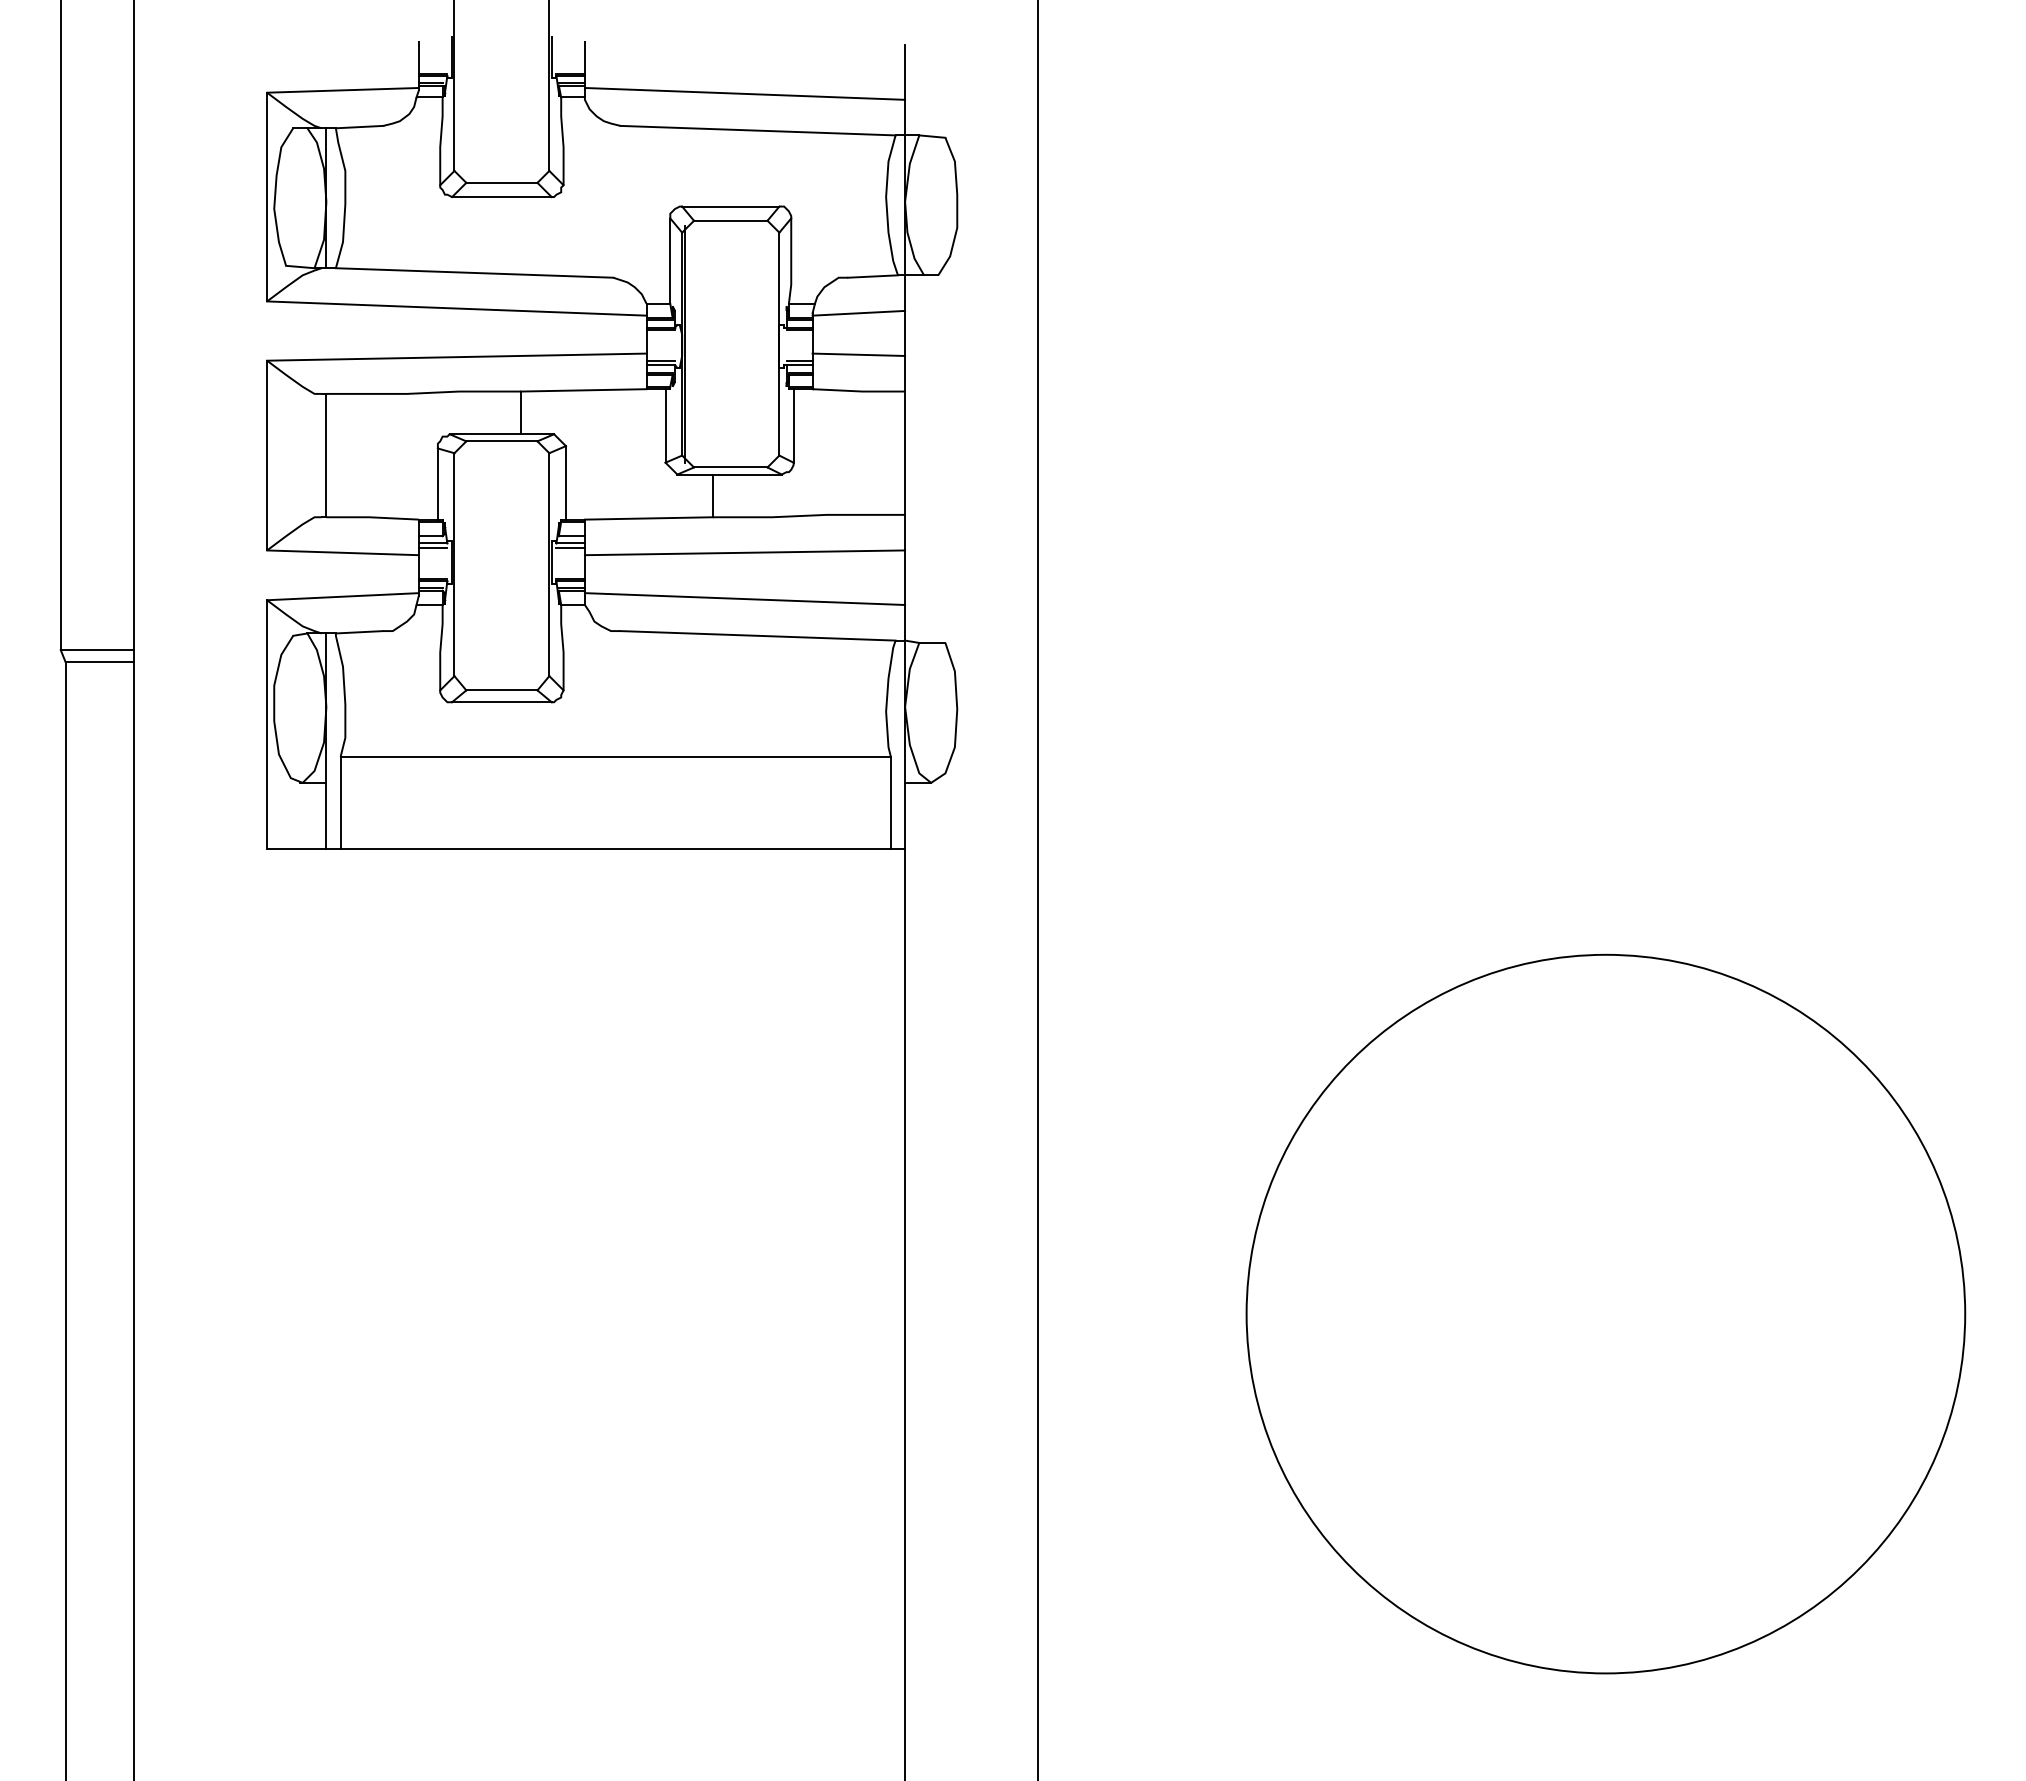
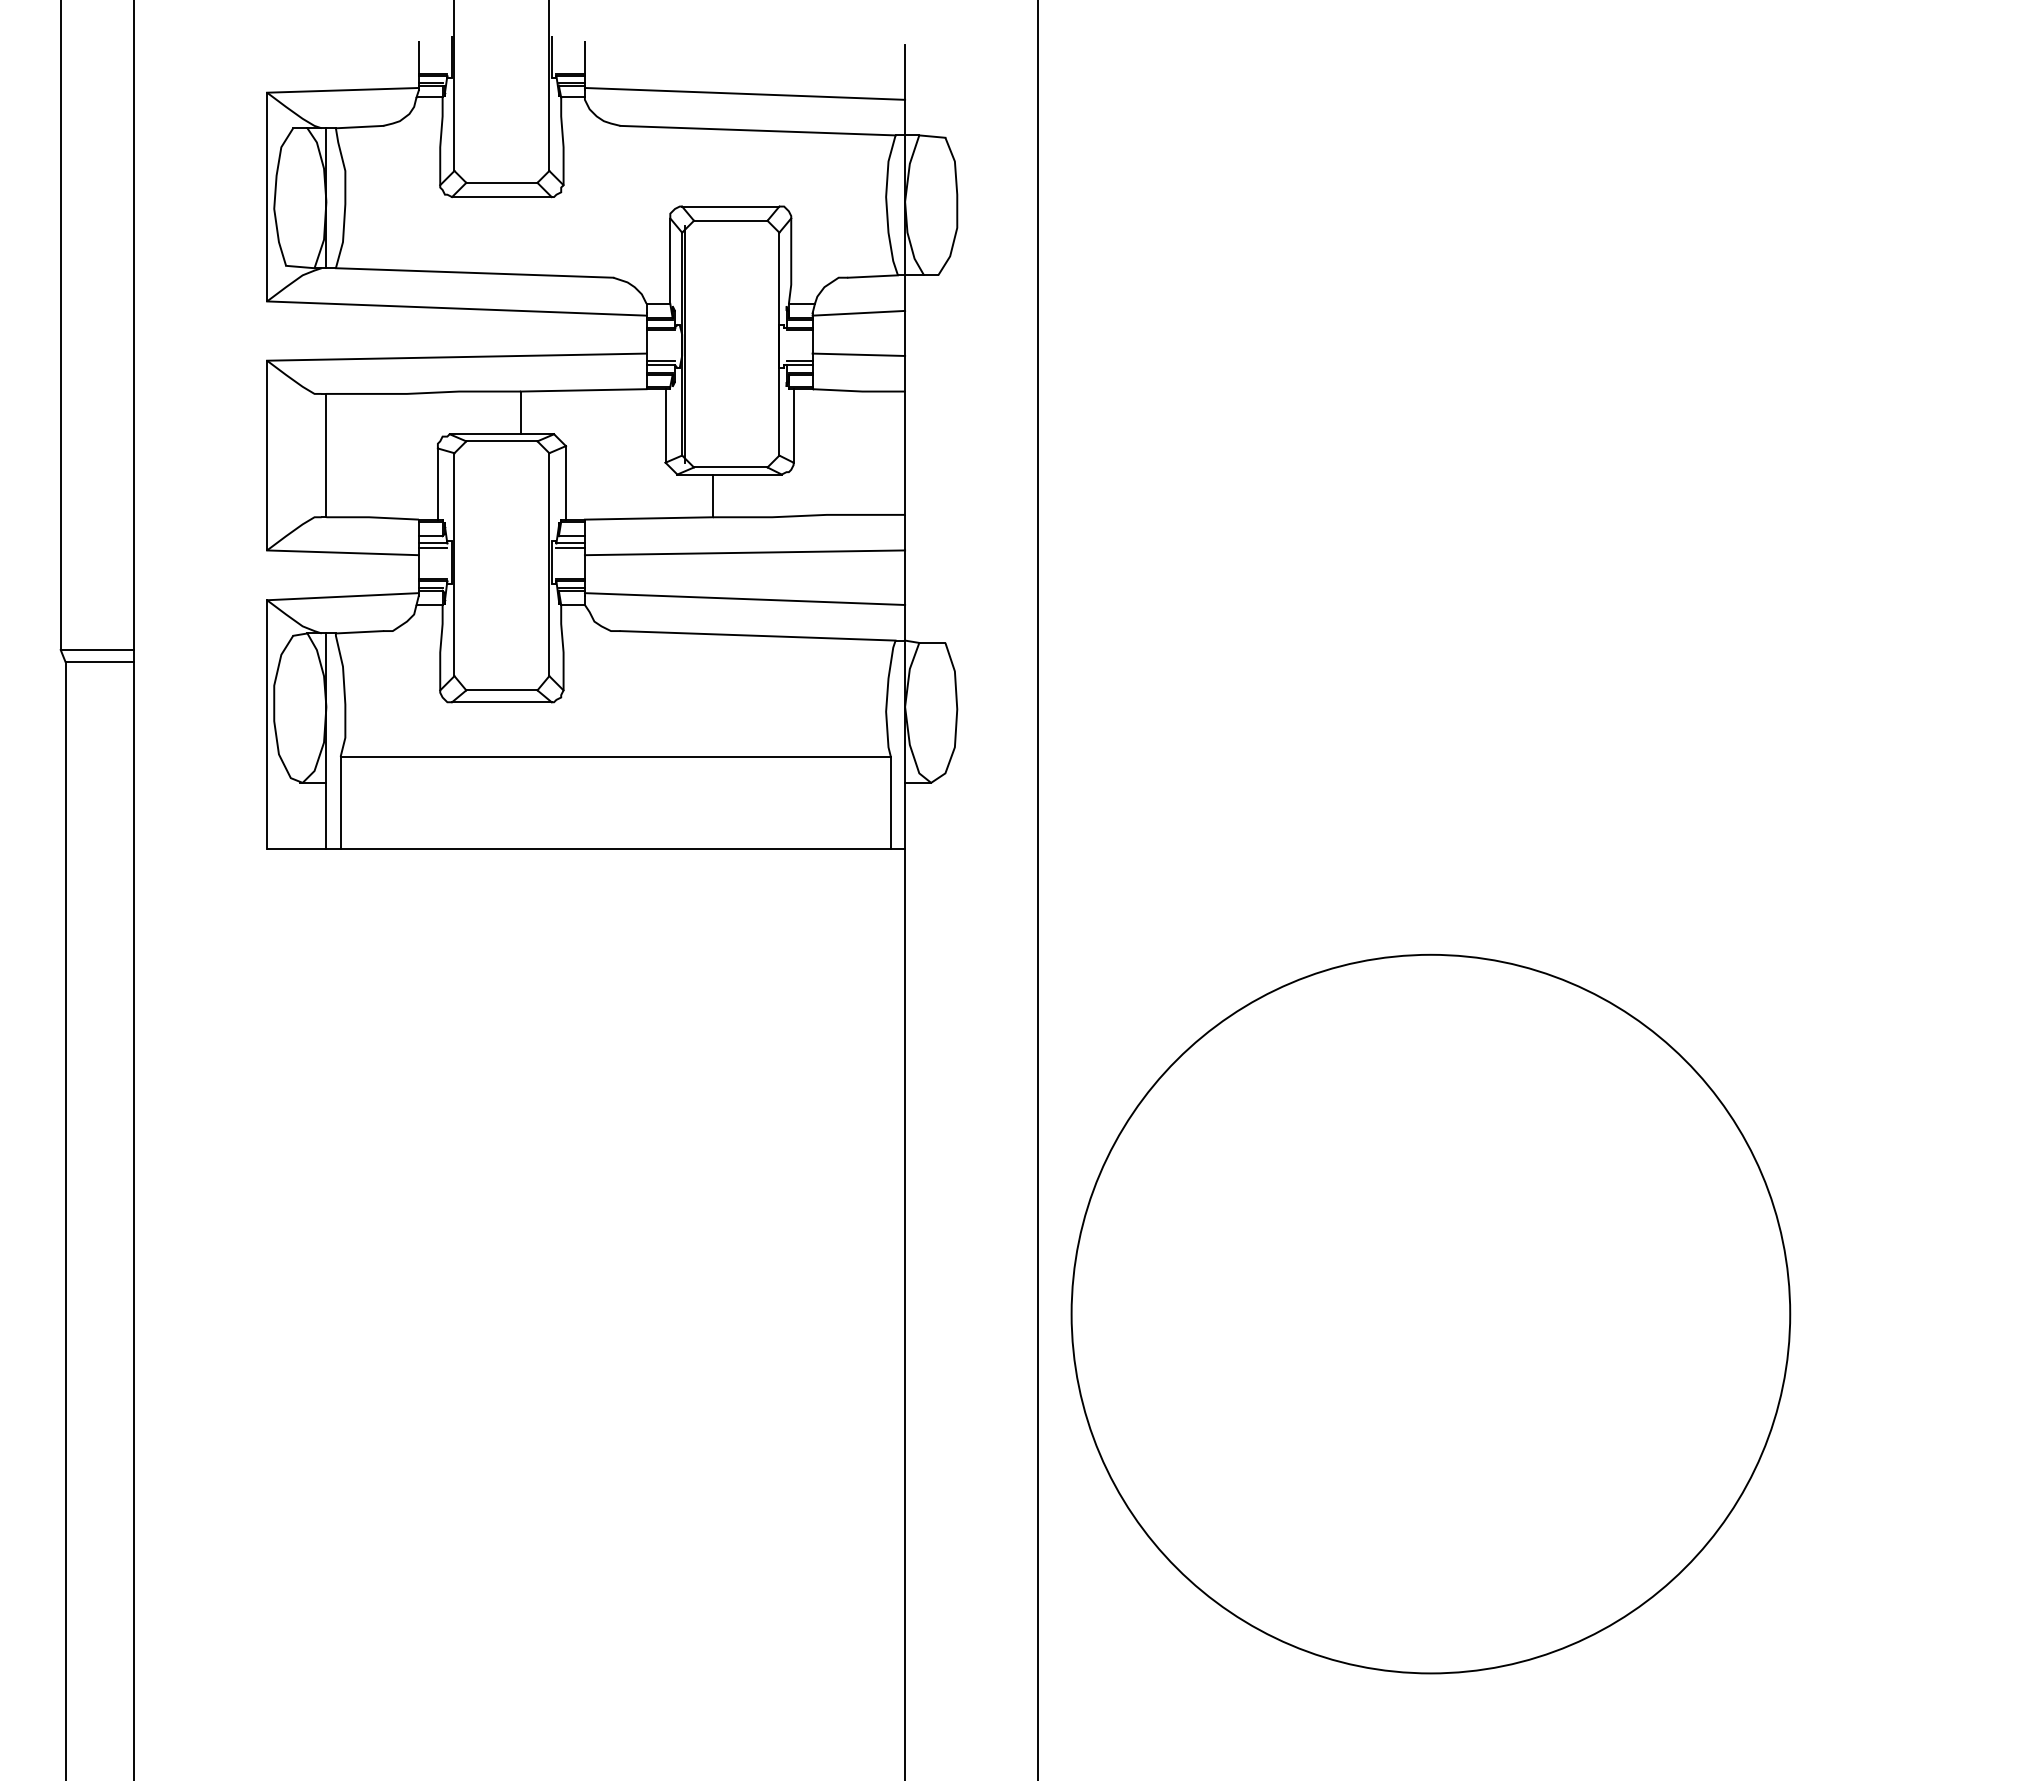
circle at (1605, 1313) position: (1605, 1313) -> (1430, 1313)
